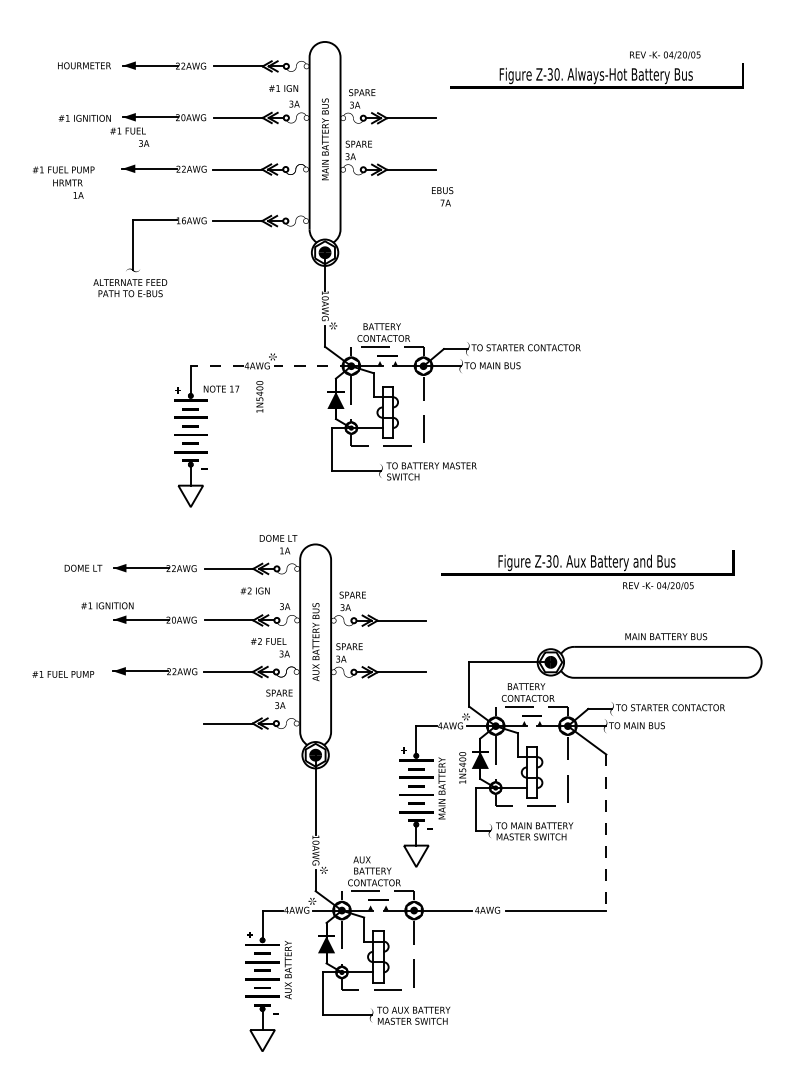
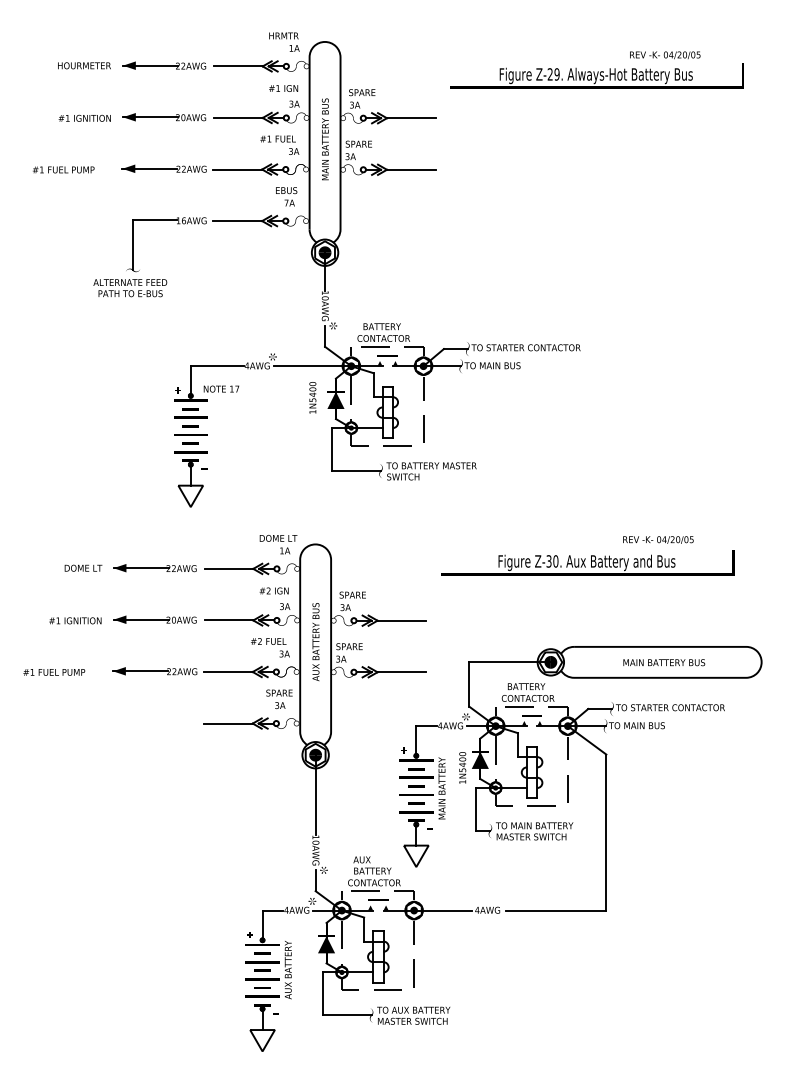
text at (553, 74): Z-30. -> Z-29.
text at (129, 136) position: (129, 136) -> (279, 144)
text at (68, 188) position: (68, 188) -> (284, 41)
text at (442, 196) position: (442, 196) -> (286, 196)
line at (217, 366): dashed -> solid
line at (312, 366): dashed -> solid
text at (259, 396) position: (259, 396) -> (312, 397)
text at (658, 585) position: (658, 585) -> (658, 539)
text at (254, 590) position: (254, 590) -> (273, 590)
text at (107, 605) position: (107, 605) -> (75, 620)
text at (666, 636) position: (666, 636) -> (664, 662)
text at (63, 674) position: (63, 674) -> (54, 672)
line at (606, 833): dashed -> solid
